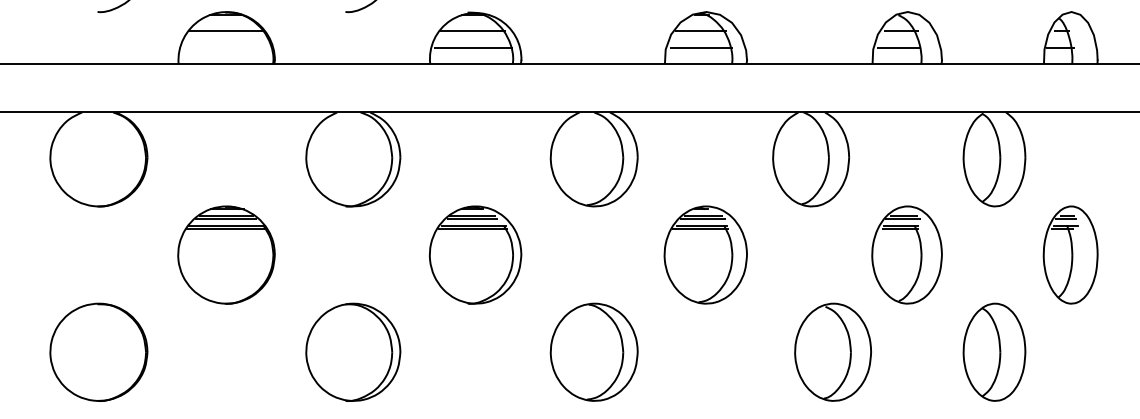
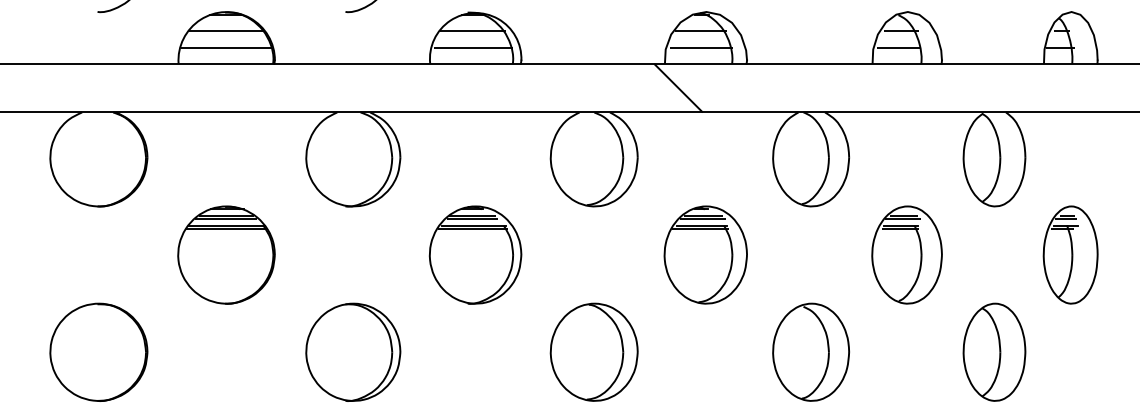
line at (226, 47): none -> present
hatch at (678, 87): none -> present
part at (832, 351) position: (832, 351) -> (810, 351)
